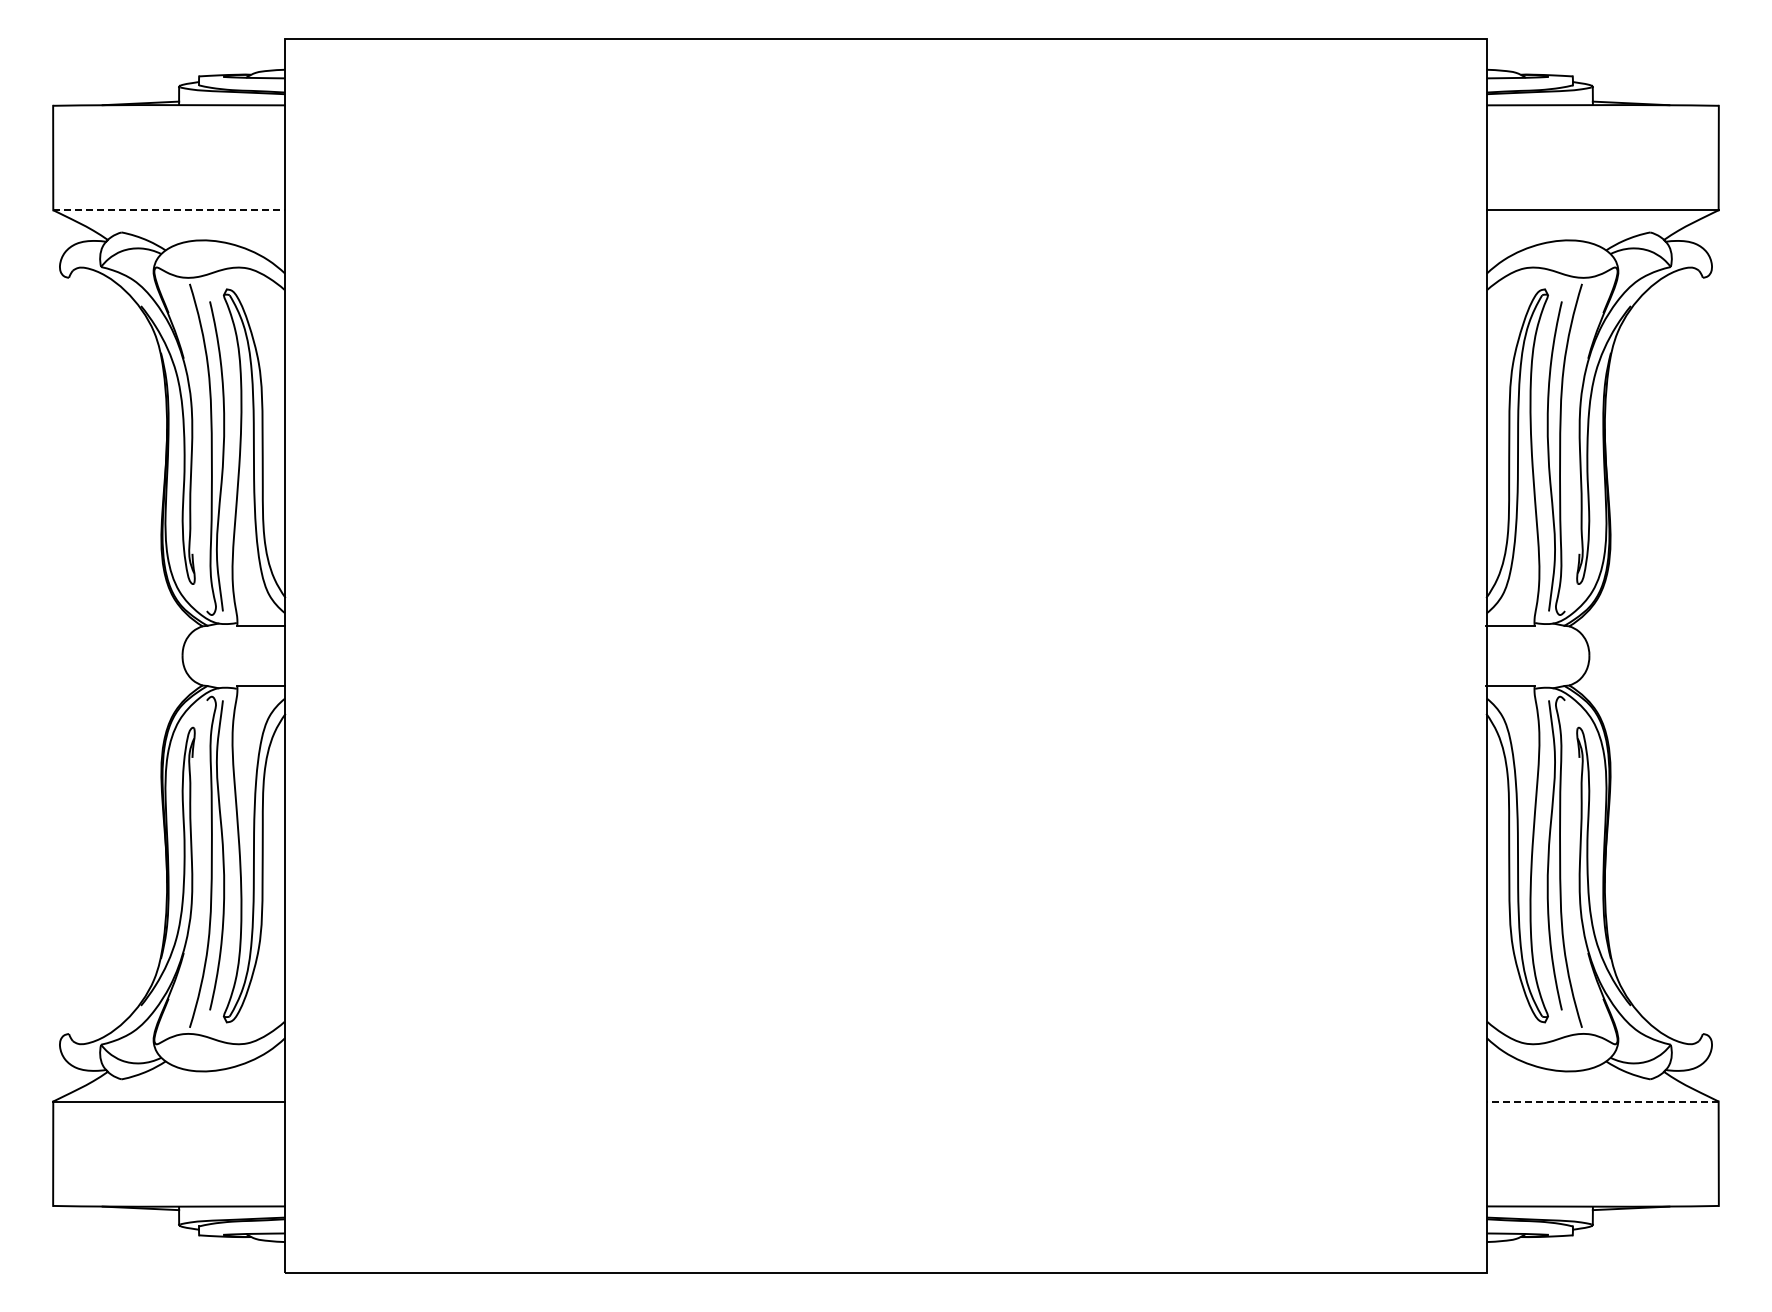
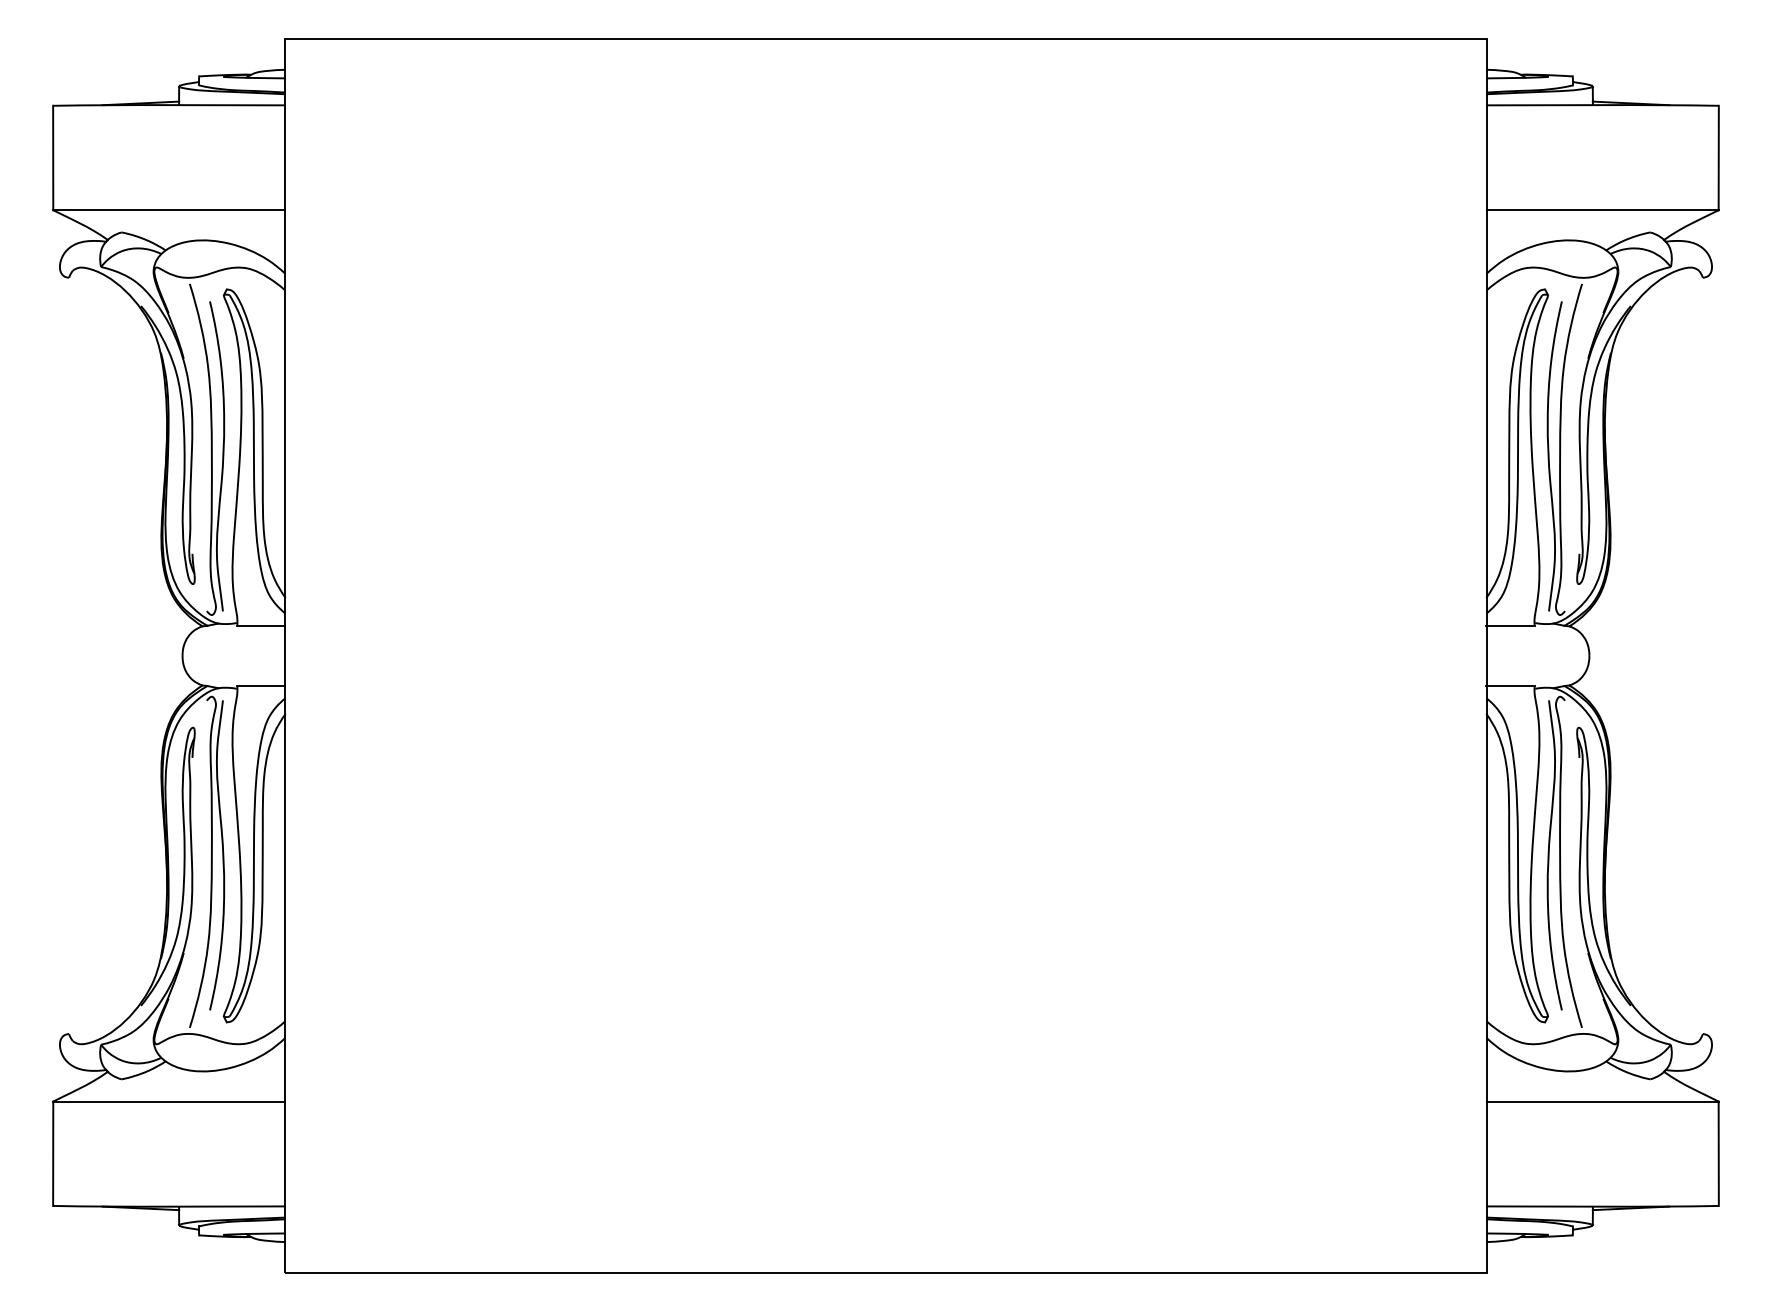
line at (169, 210): dashed -> solid
line at (1602, 1101): dashed -> solid
